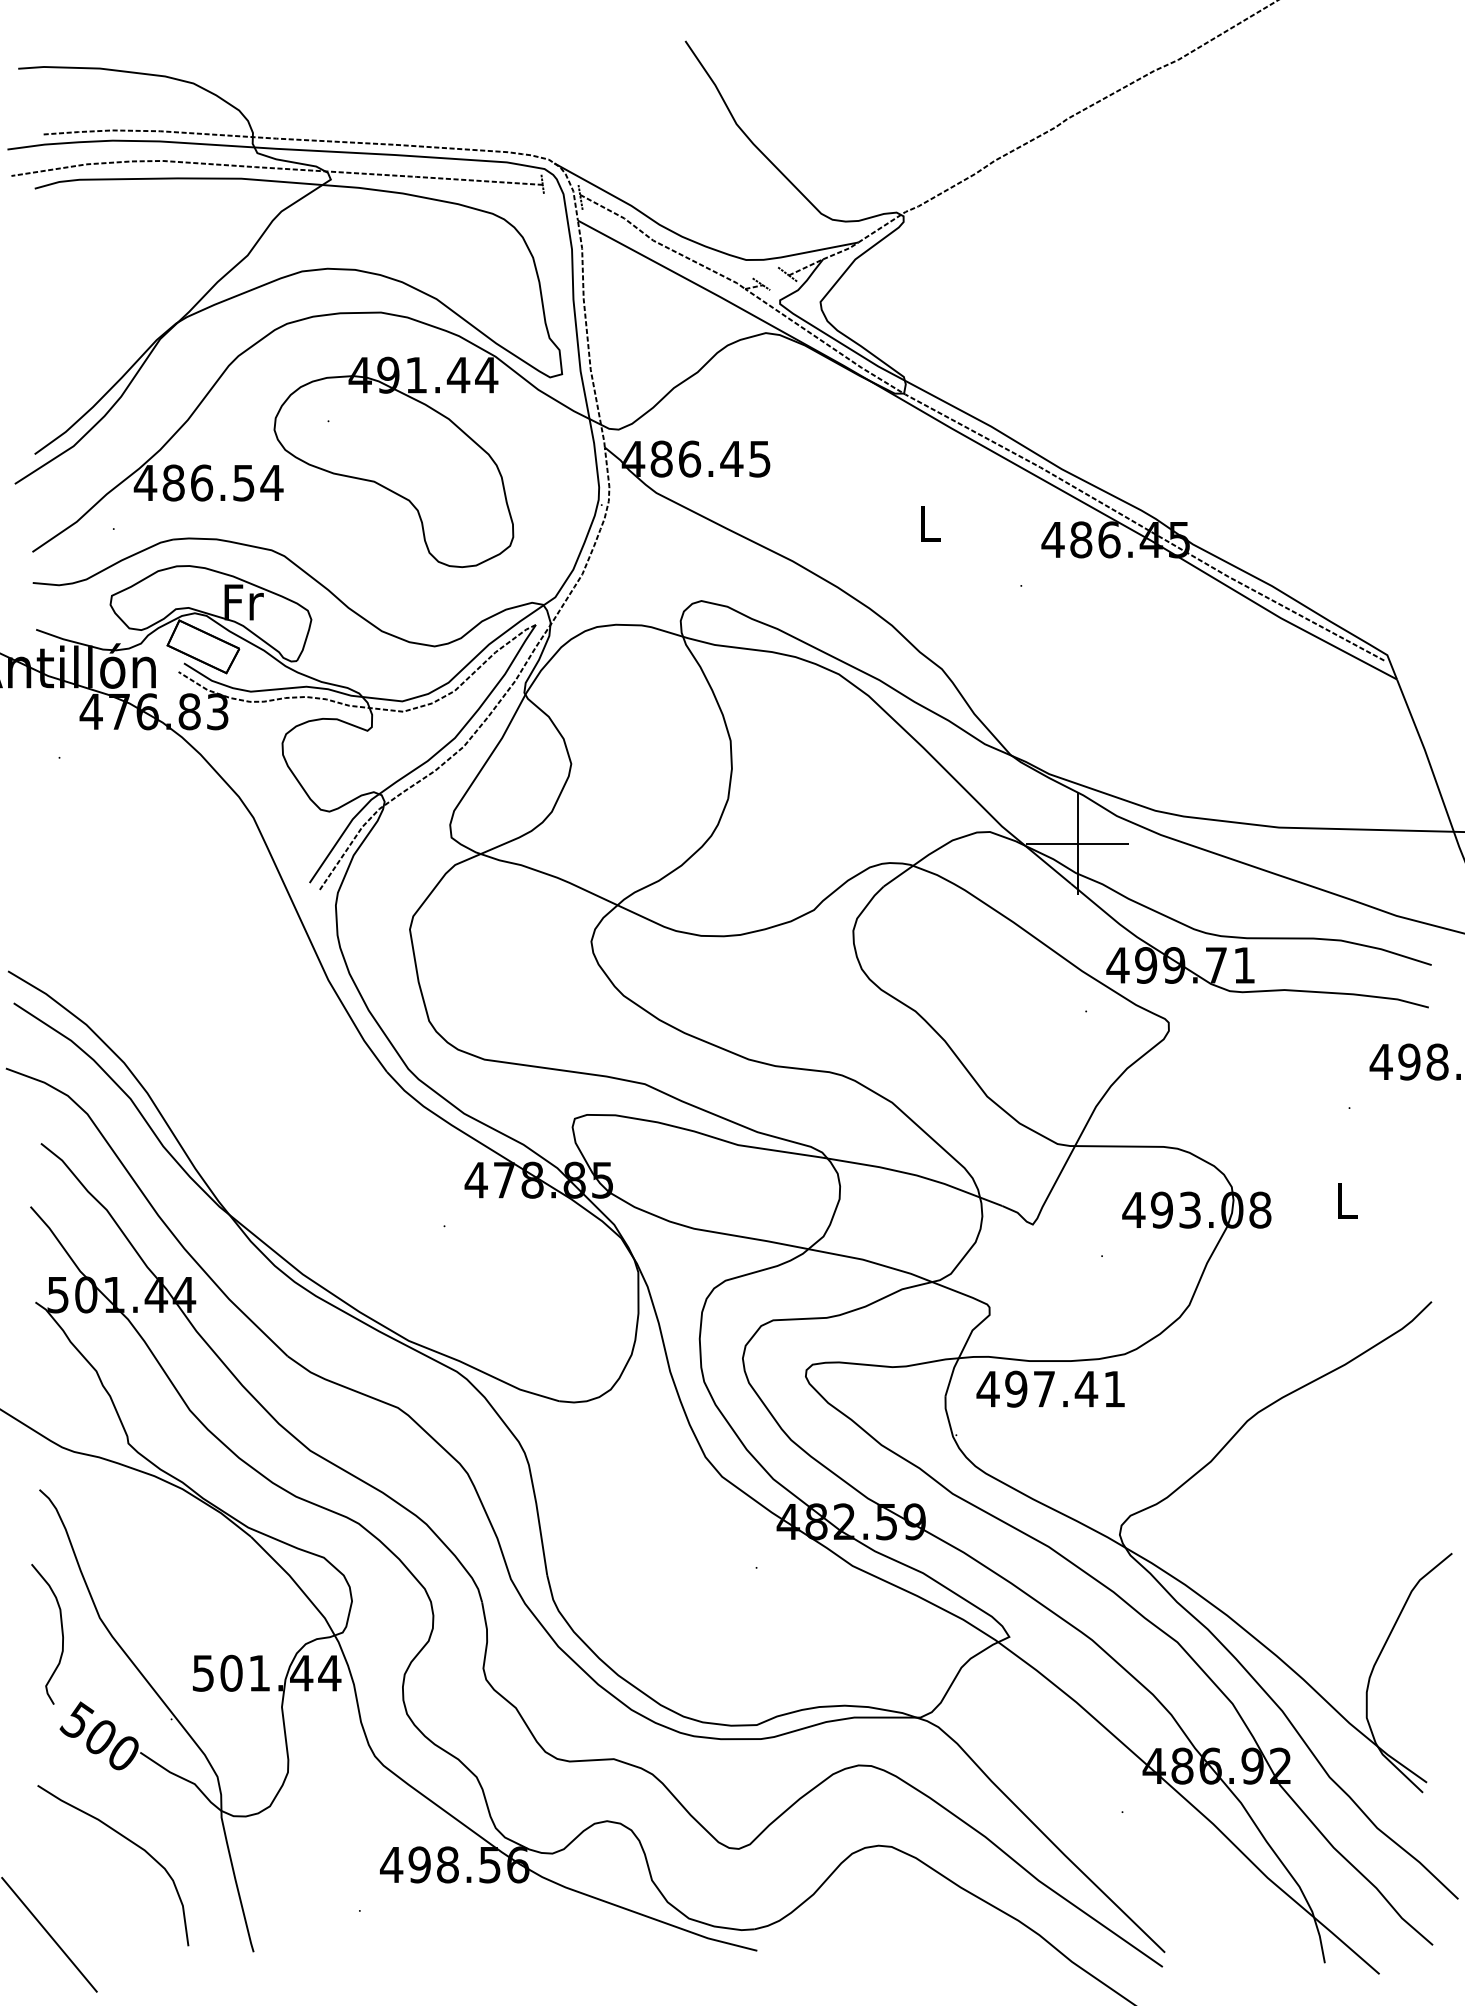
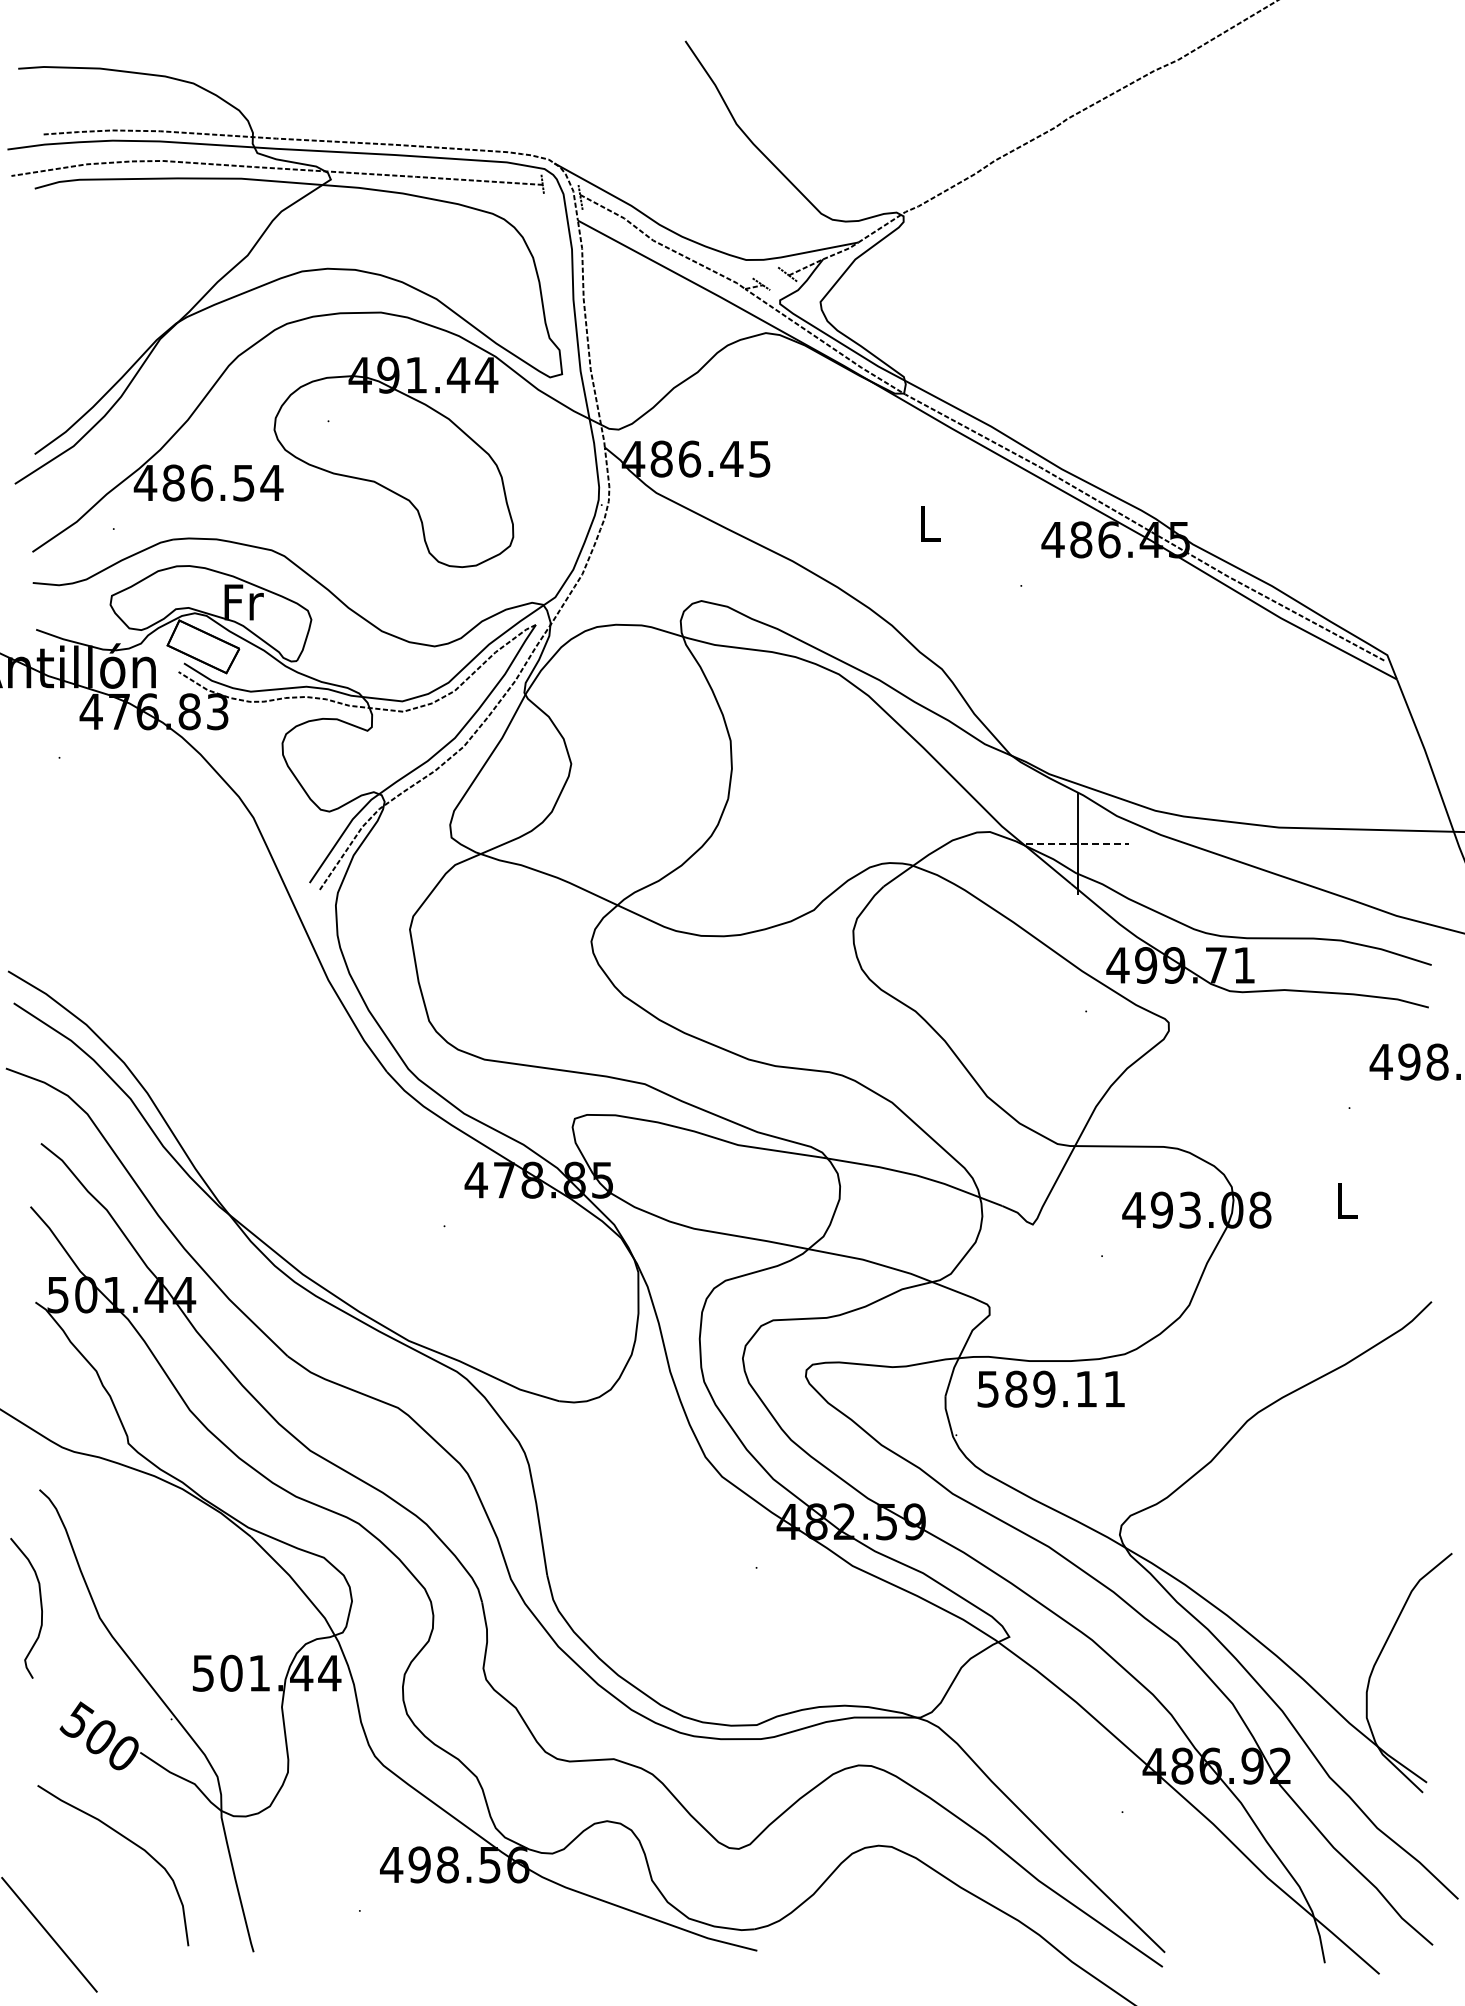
line at (1078, 844): solid -> dashed
text at (1037, 1388): 497.41 -> 589.11
curve at (61, 1633) position: (61, 1633) -> (40, 1607)
